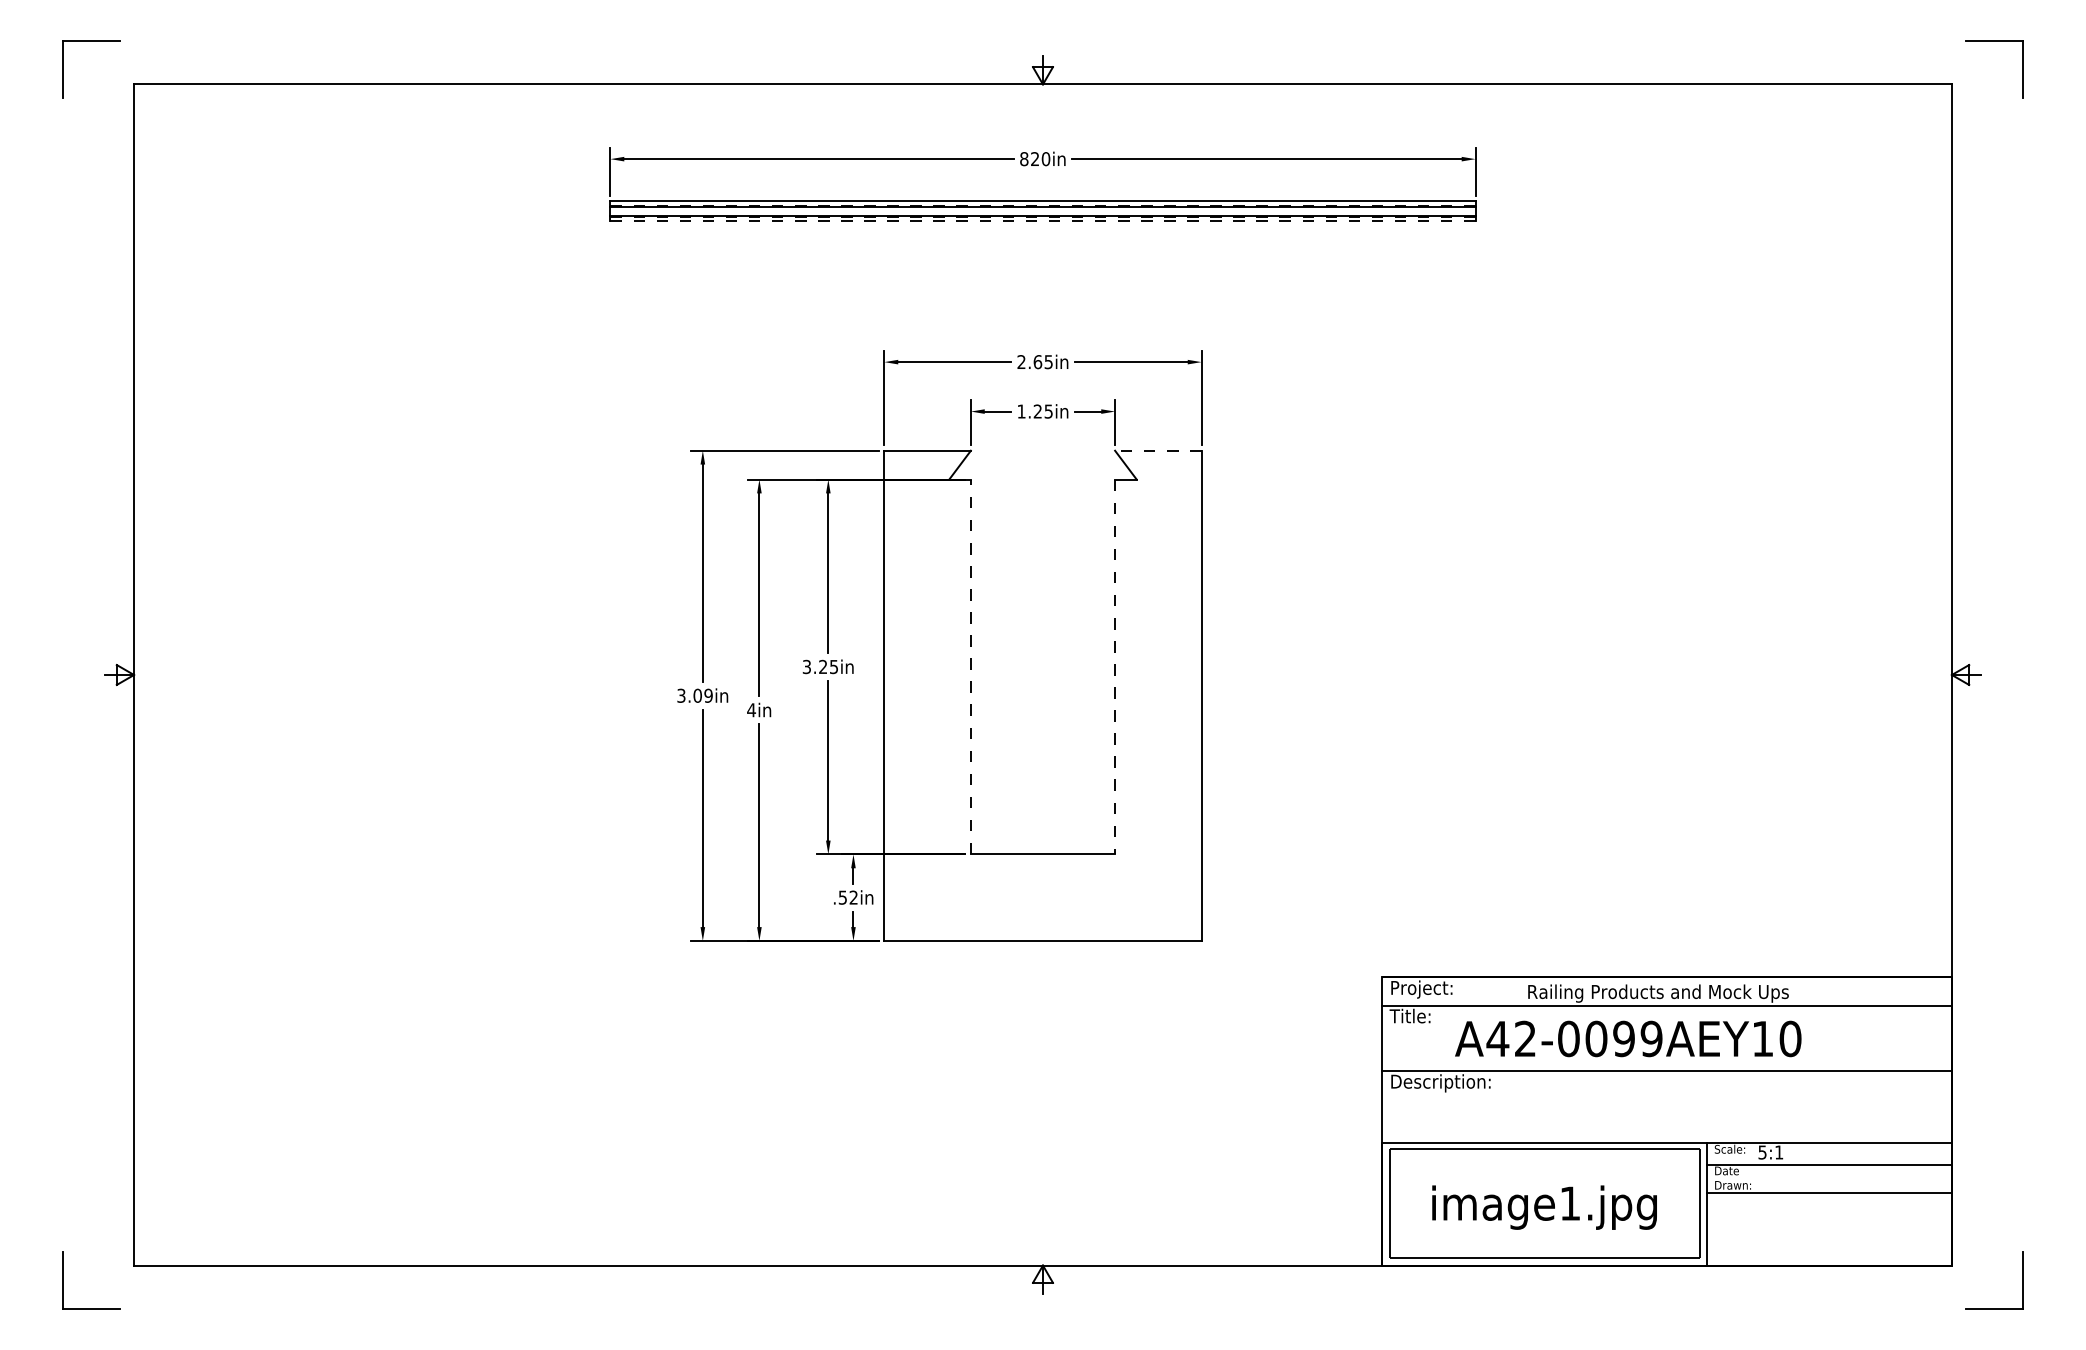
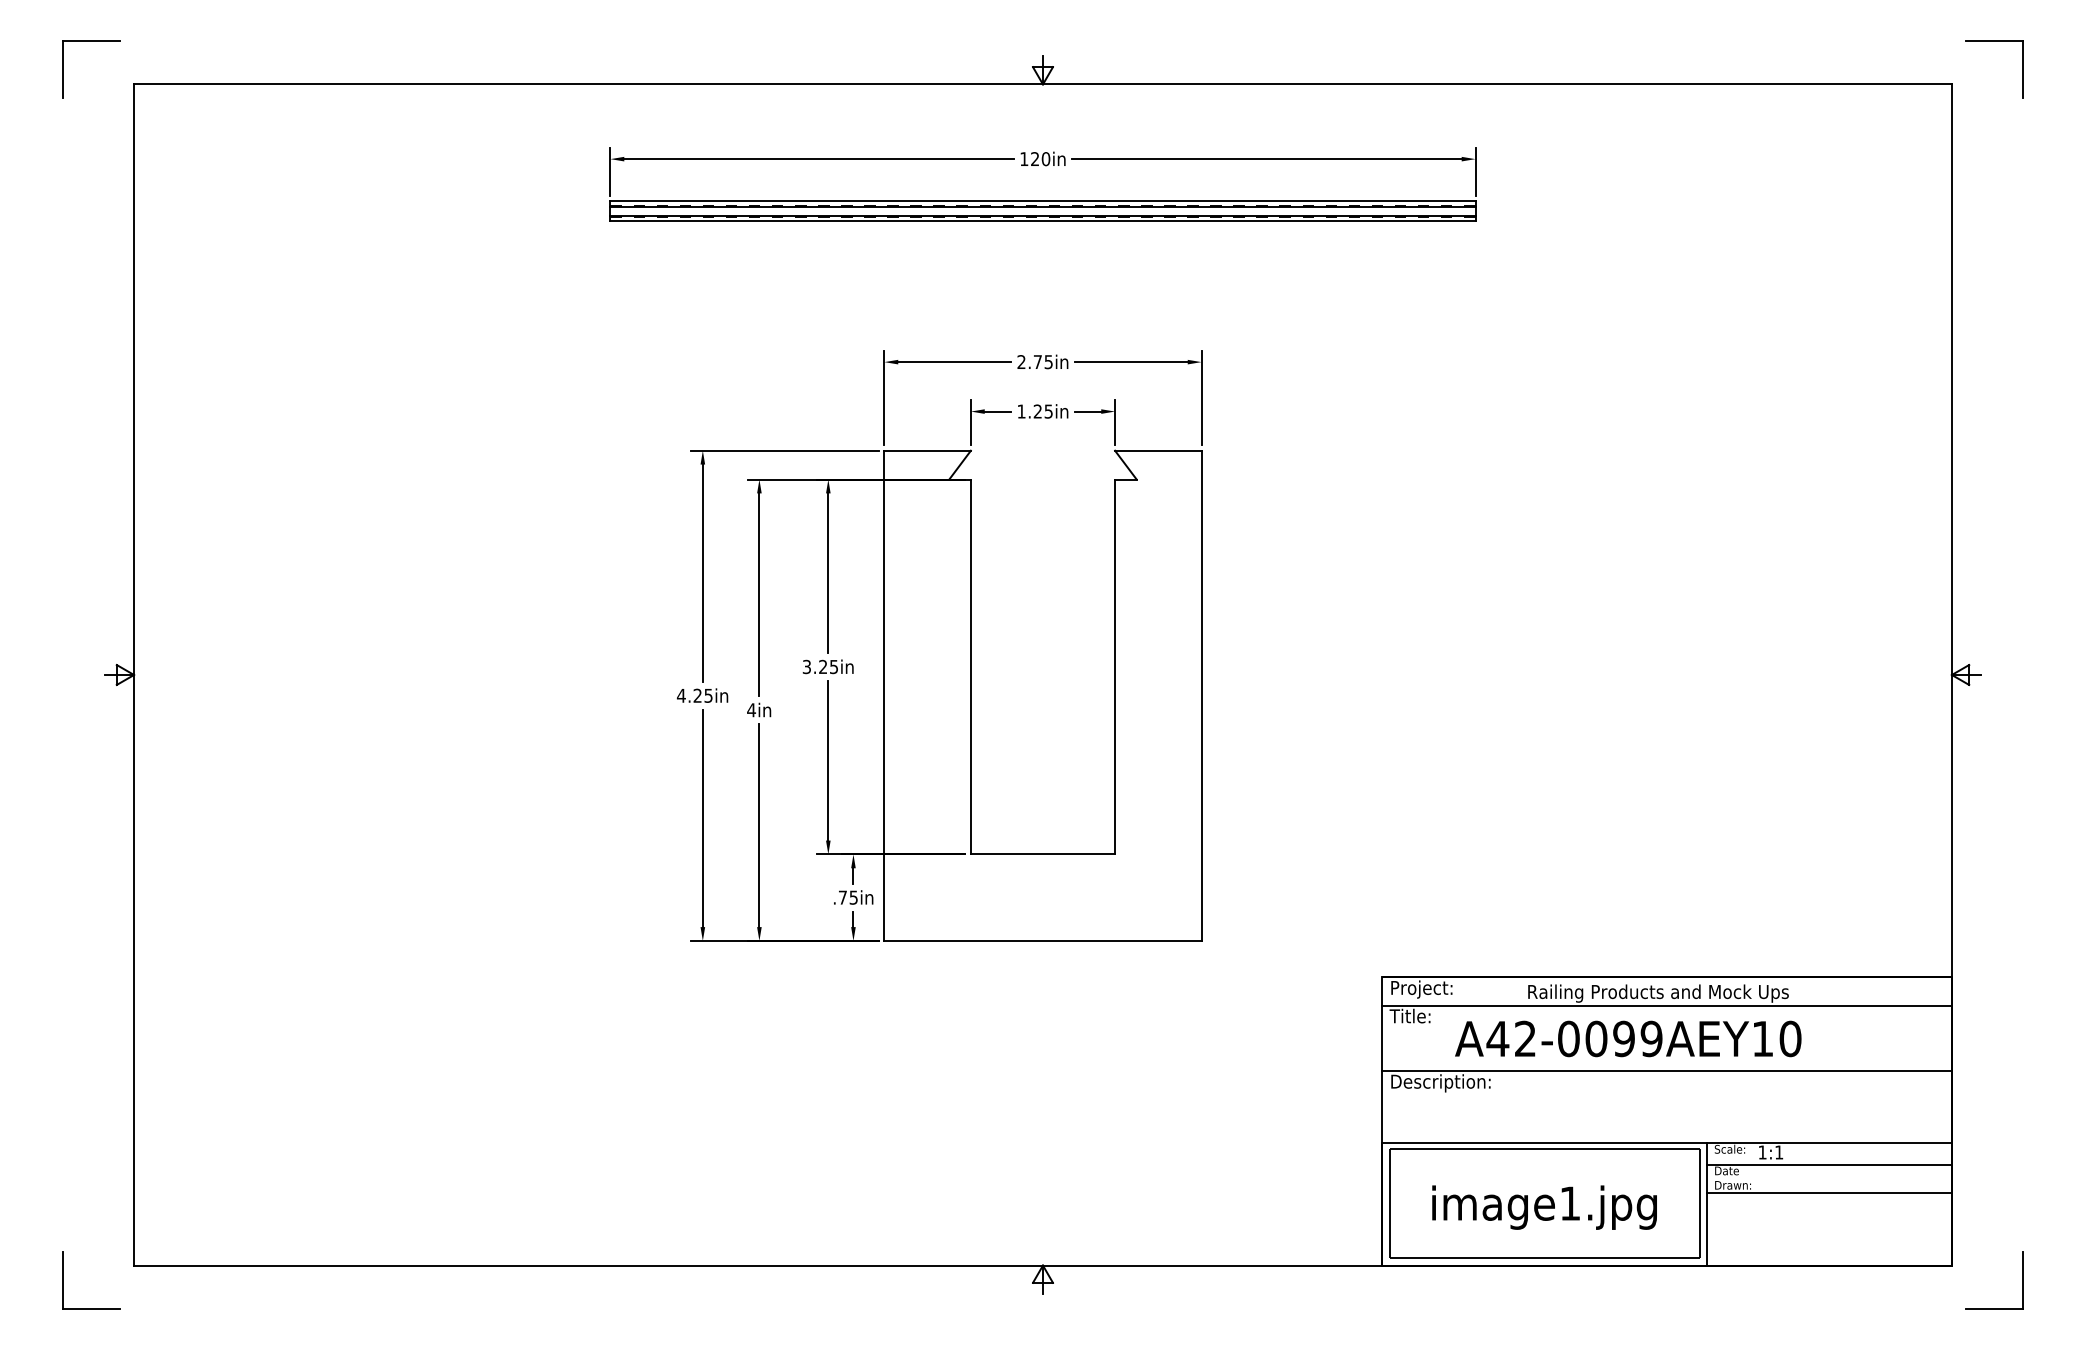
text at (1024, 159): 820in -> 120in
line at (1043, 221): dashed -> solid
text at (1037, 362): 2.65in -> 2.75in
line at (1157, 450): dashed -> solid
line at (970, 666): dashed -> solid
line at (1115, 667): dashed -> solid
text at (694, 695): 3.09in -> 4.25in
text at (847, 897): .52in -> .75in
text at (1762, 1152): 5:1 -> 1:1
